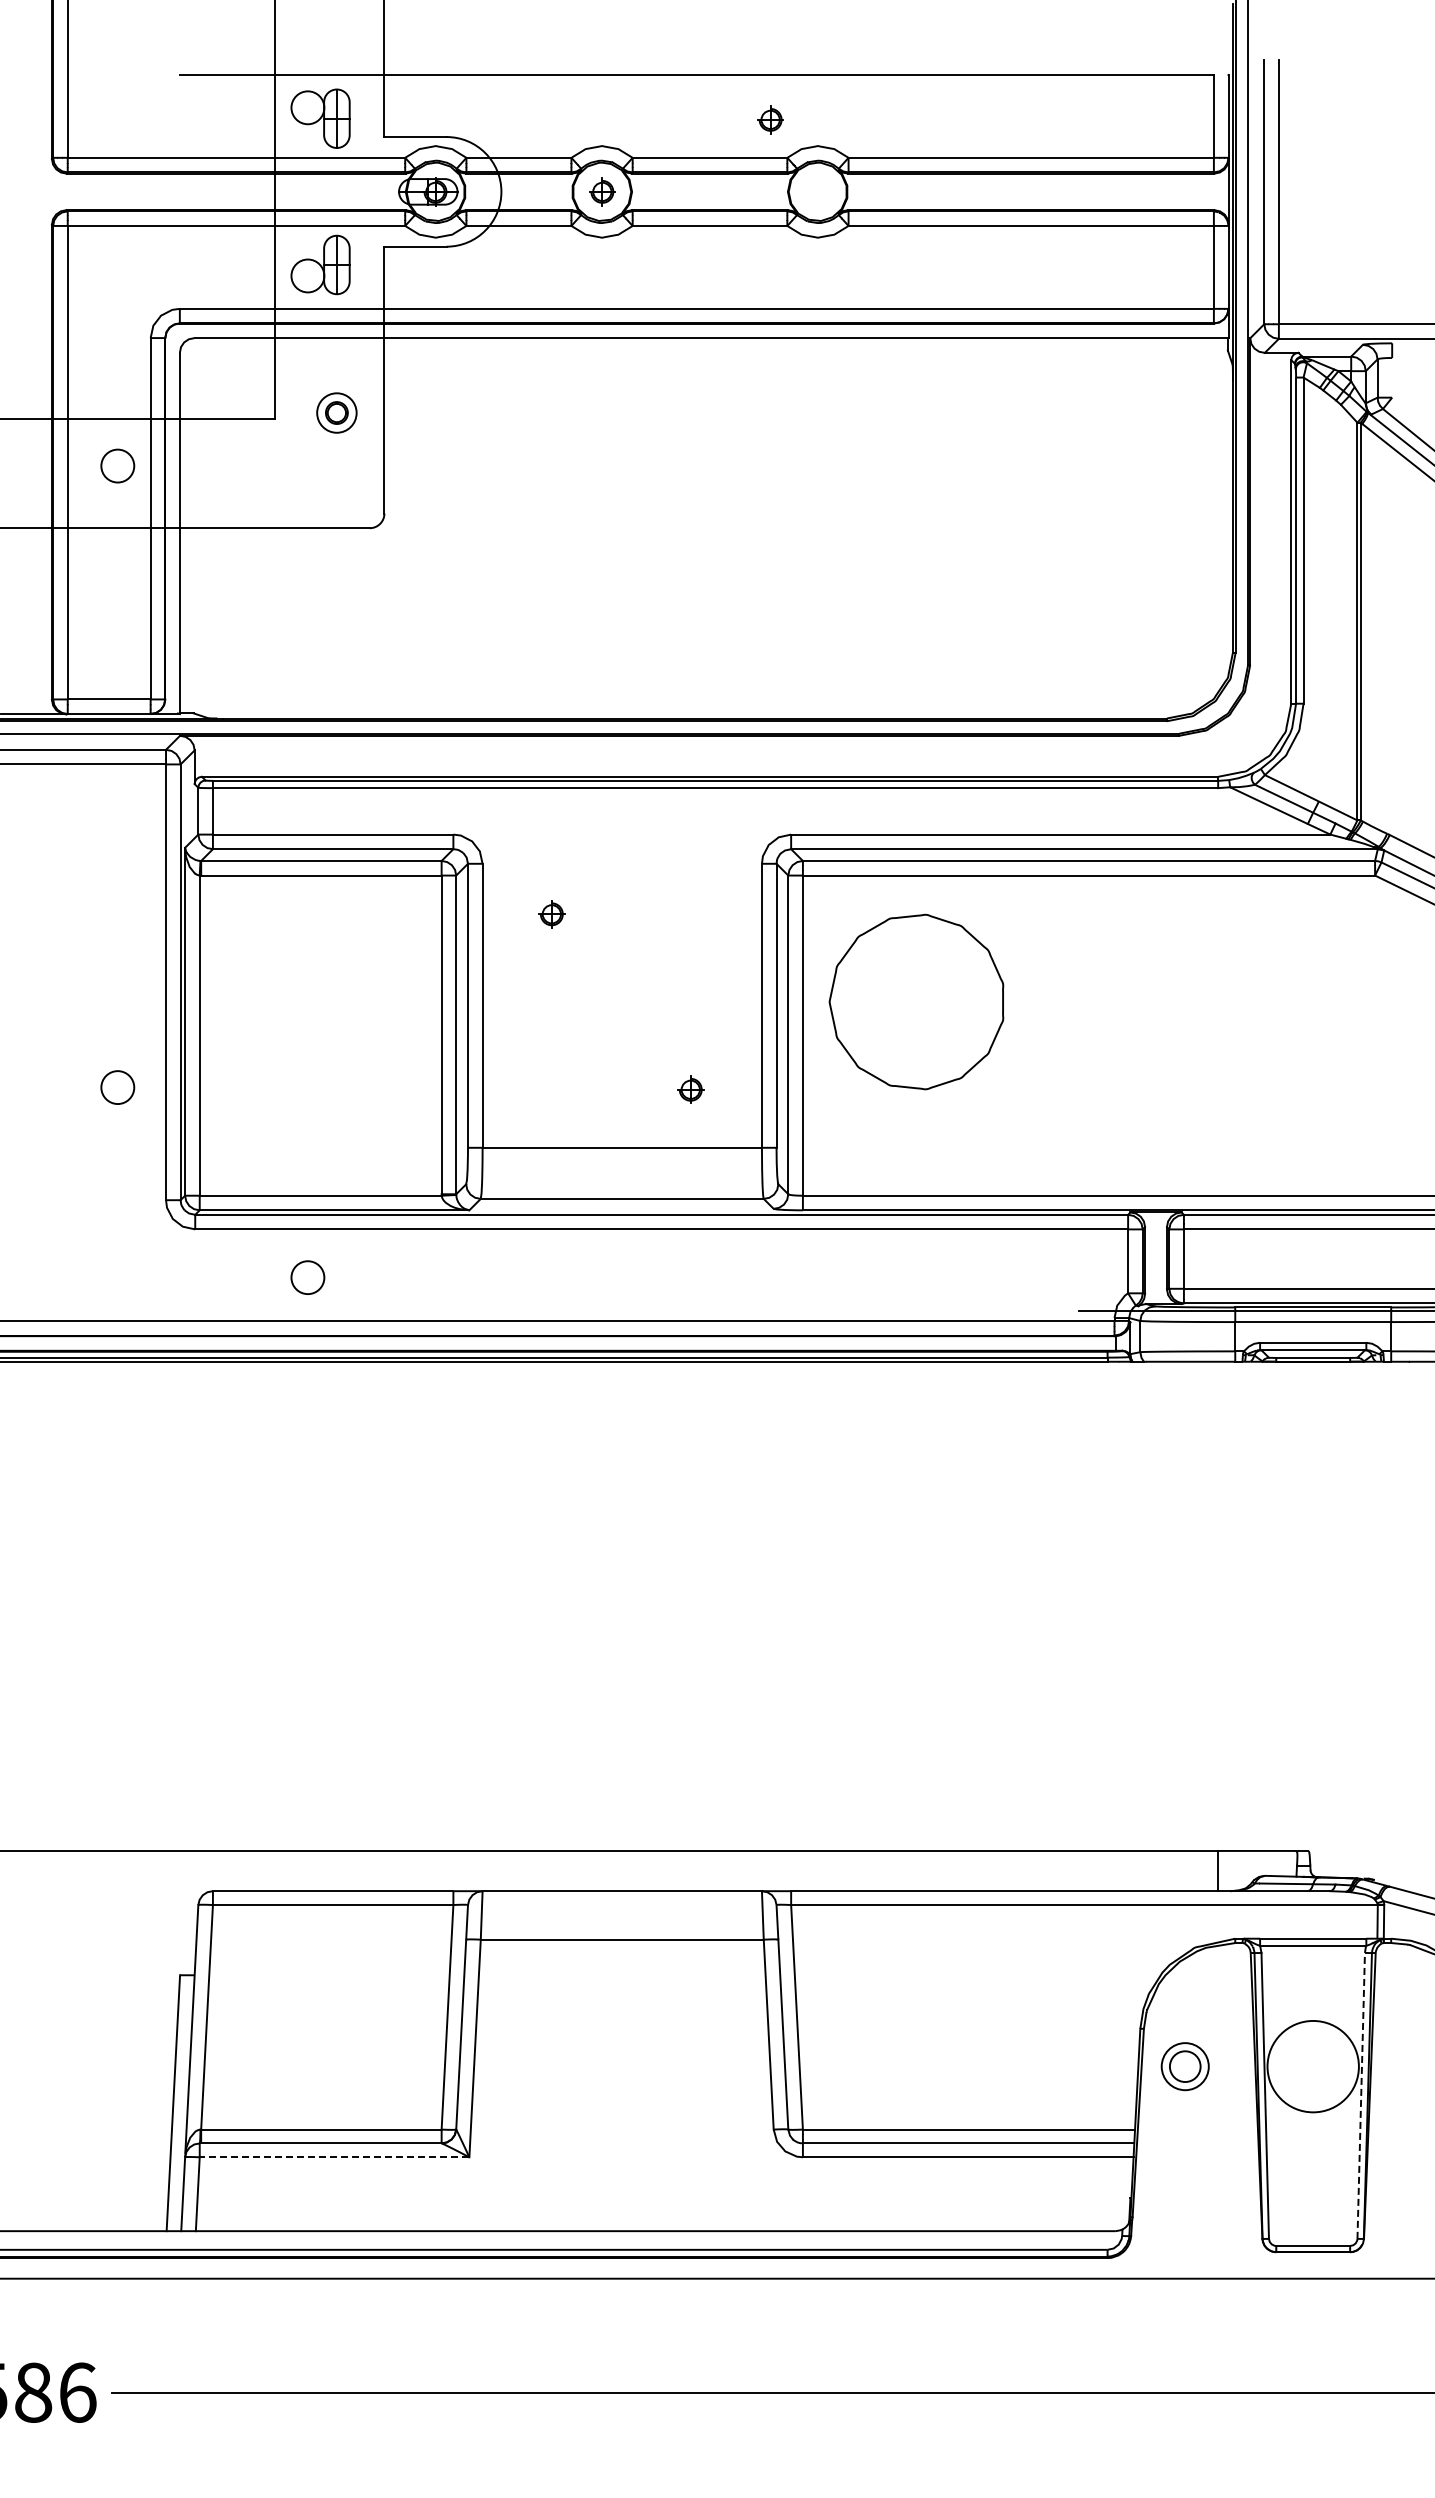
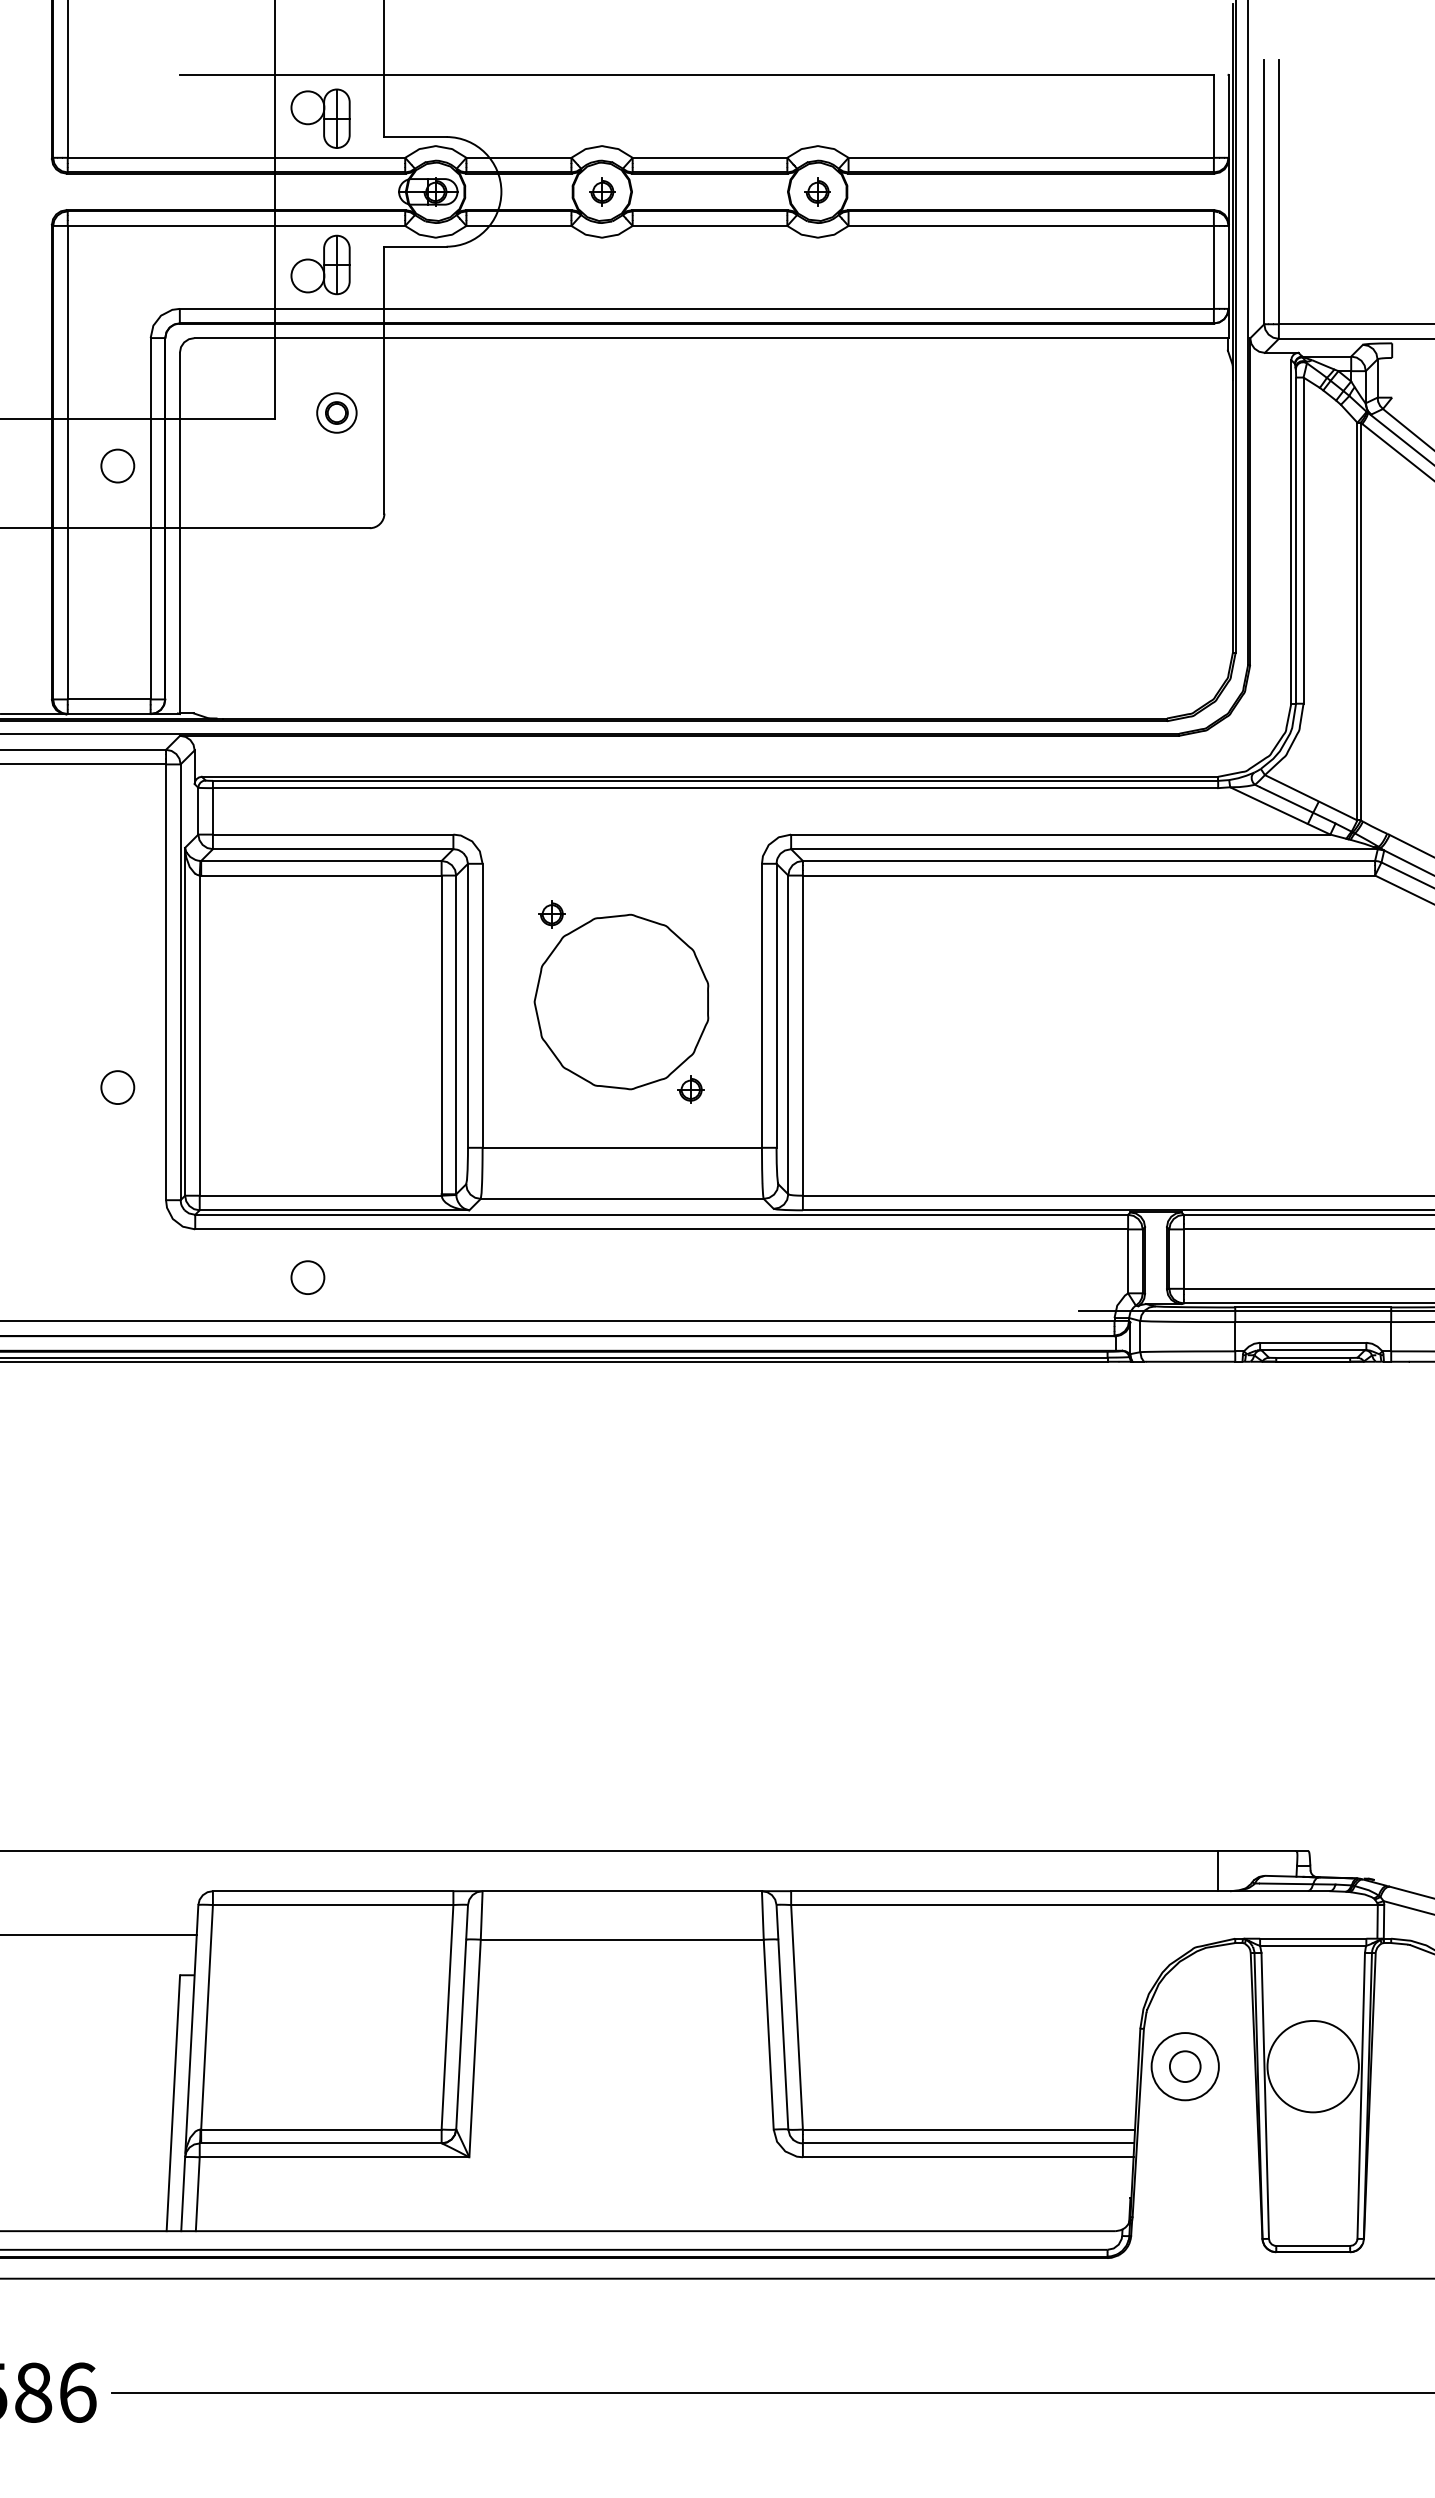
part at (770, 119) position: (770, 119) -> (817, 191)
part at (916, 1001) position: (916, 1001) -> (621, 1001)
line at (99, 1935): none -> present
circle at (1184, 2066) diameter: 47 px -> 67 px
line at (1361, 2095): dashed -> solid
line at (334, 2157): dashed -> solid
